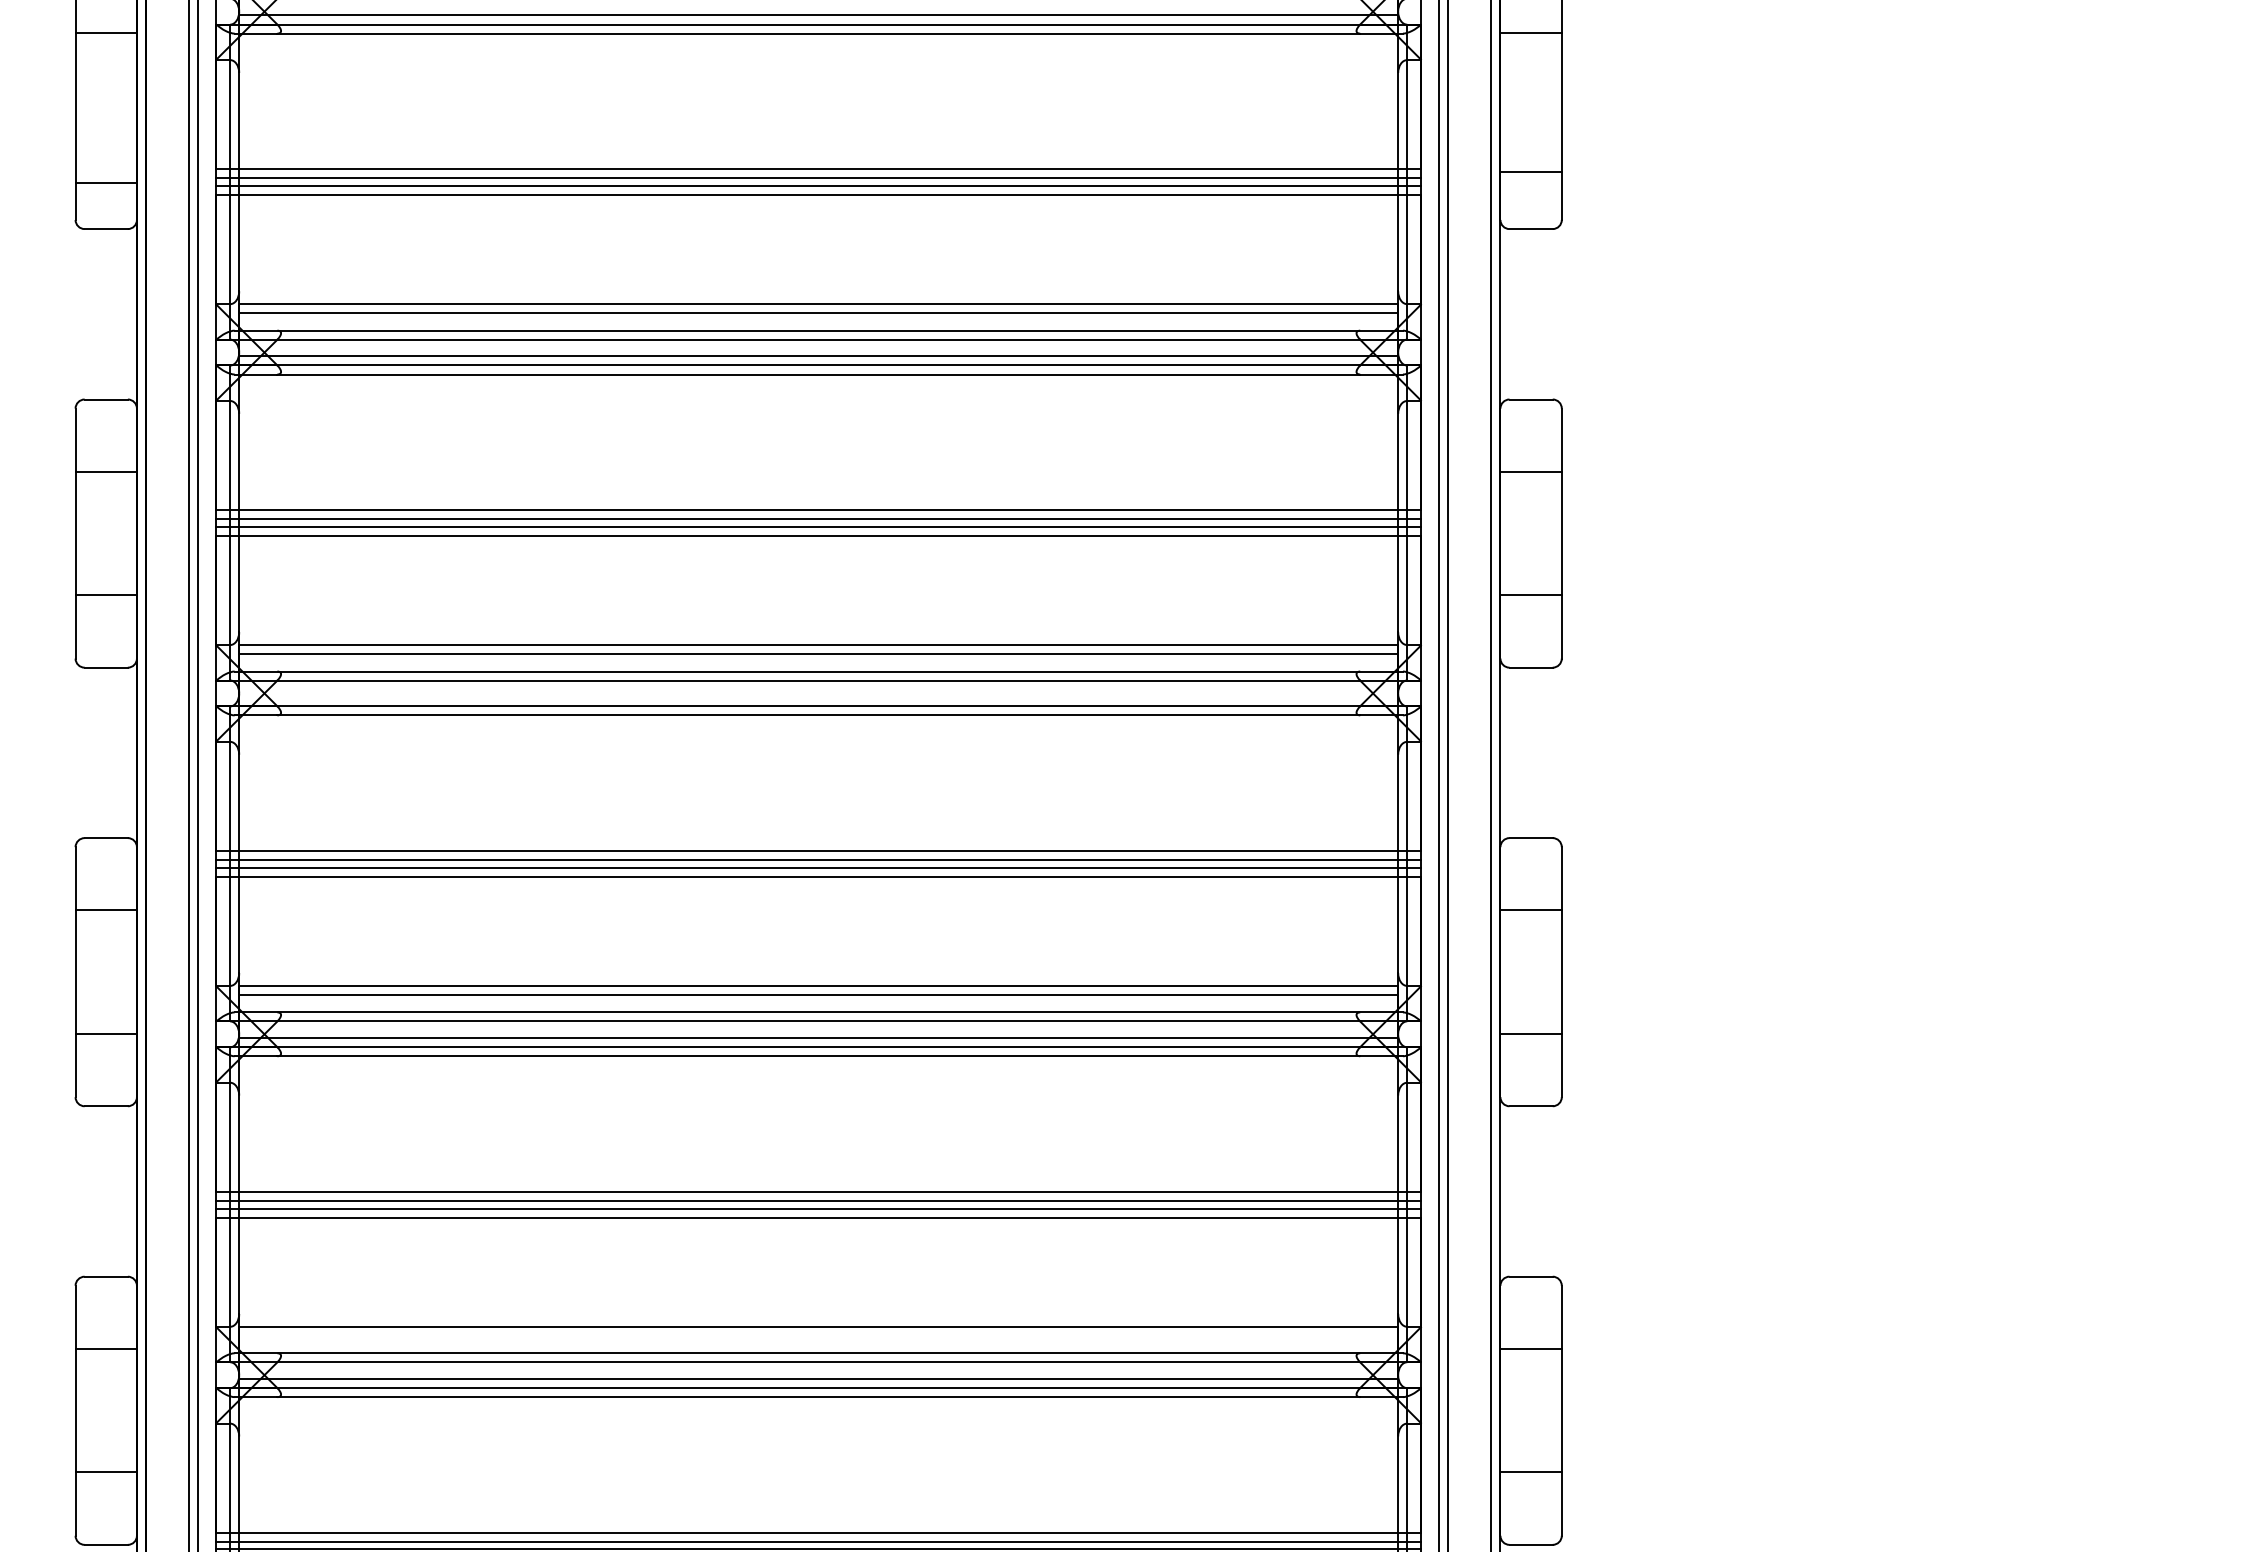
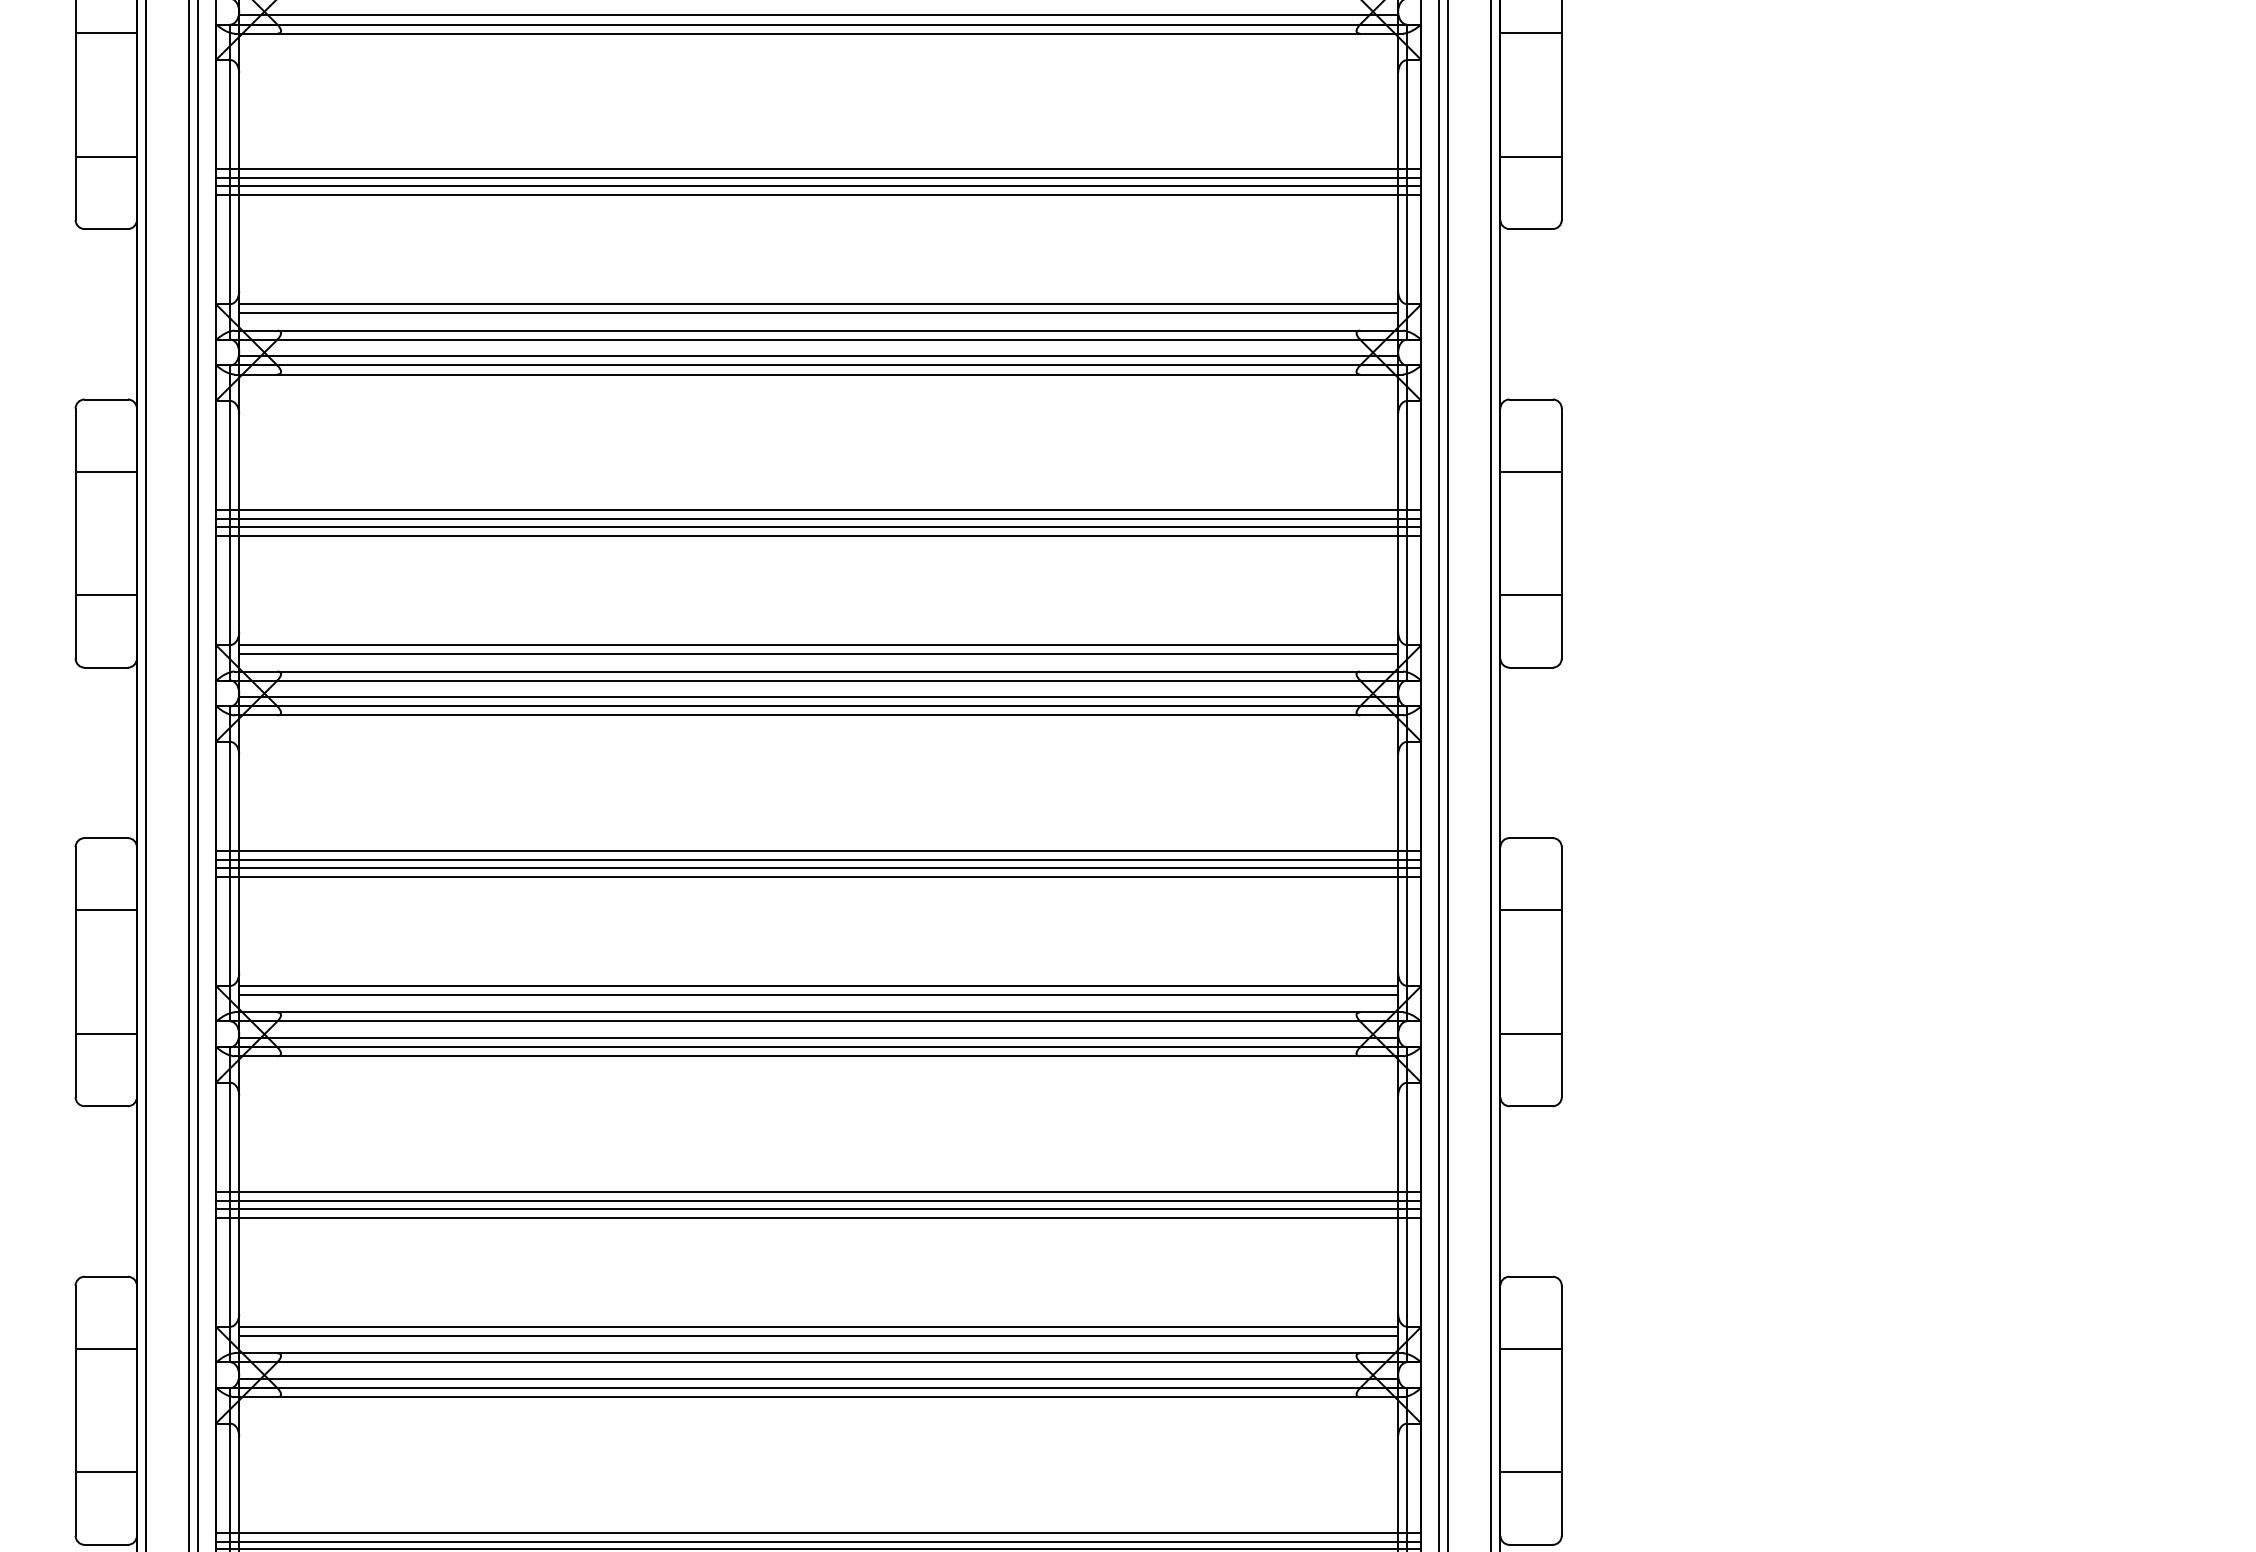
line at (1530, 171) position: (1530, 171) -> (1530, 156)
line at (105, 182) position: (105, 182) -> (105, 156)
line at (818, 697): none -> present
line at (818, 1335): none -> present
